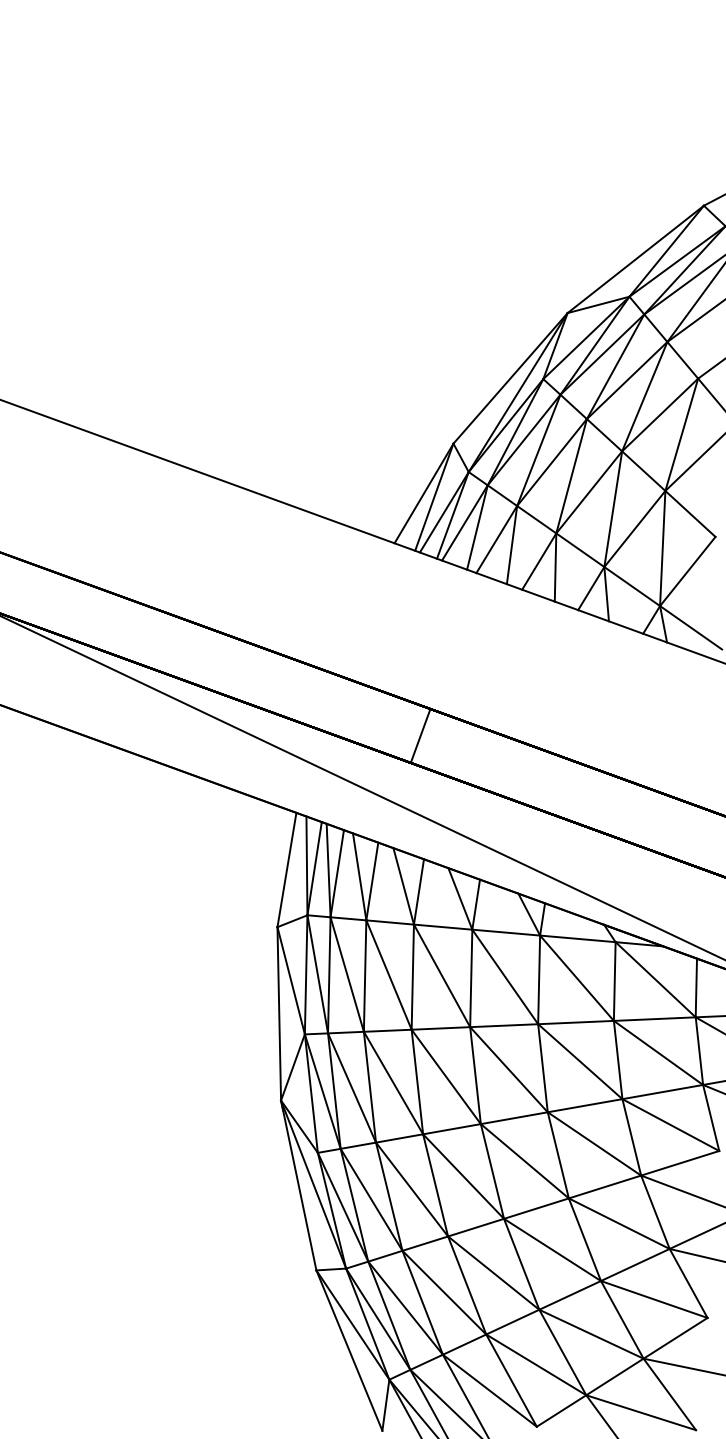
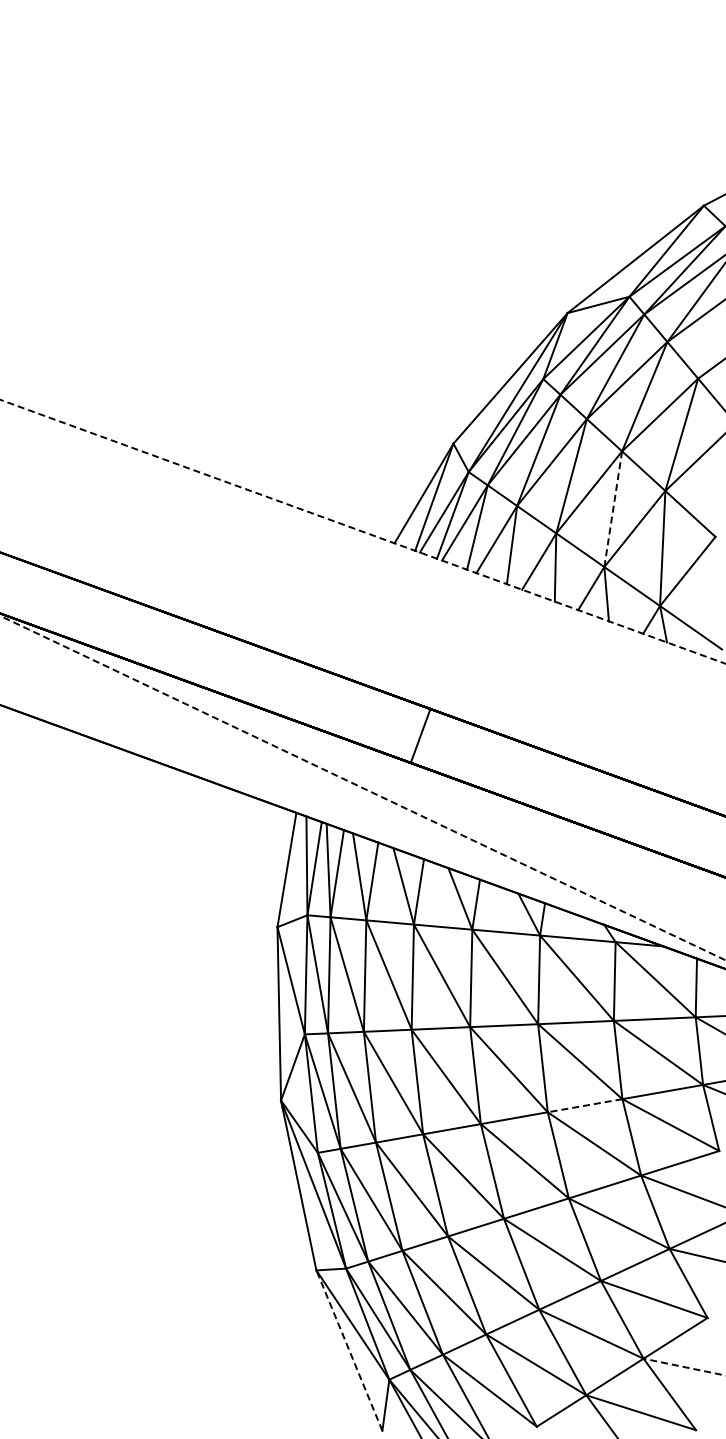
line at (613, 509): solid -> dashed
line at (362, 531): solid -> dashed
line at (362, 787): solid -> dashed
line at (585, 1105): solid -> dashed
line at (349, 1350): solid -> dashed
line at (684, 1367): solid -> dashed
